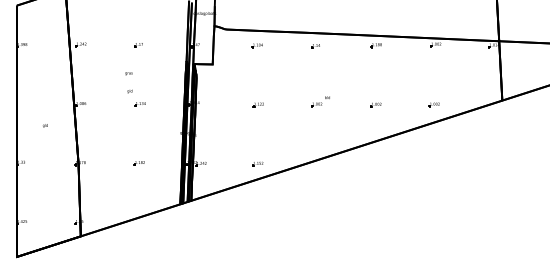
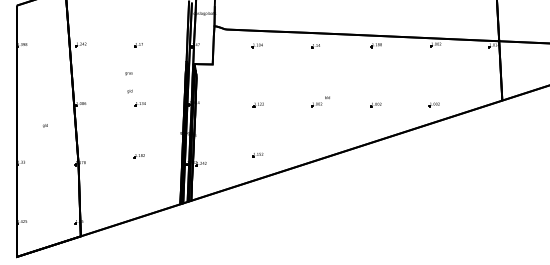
part at (138, 163) position: (138, 163) -> (138, 156)
part at (257, 163) position: (257, 163) -> (257, 154)
